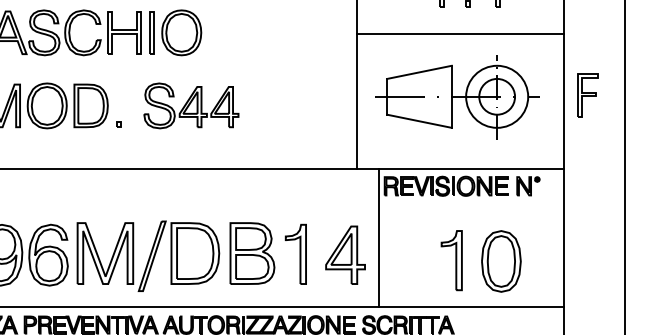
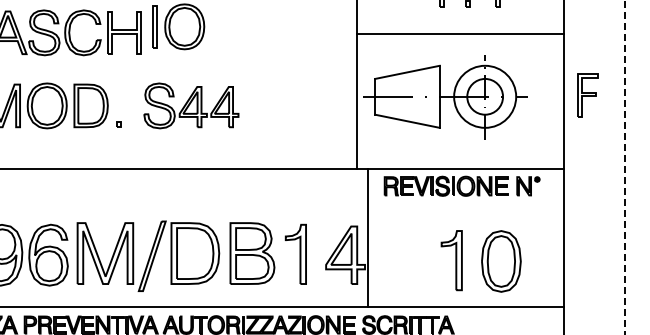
part at (175, 32) position: (175, 32) -> (178, 26)
part at (457, 97) position: (457, 97) -> (445, 97)
line at (625, 167): solid -> dashed
line at (379, 237) position: (379, 237) -> (368, 237)
